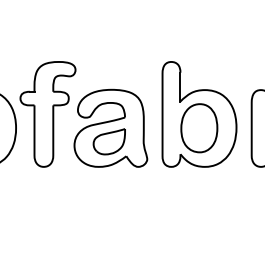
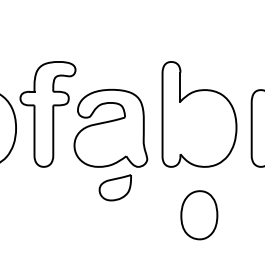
part at (199, 128) position: (199, 128) -> (199, 215)
part at (108, 141) position: (108, 141) -> (114, 187)
